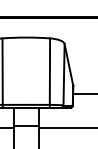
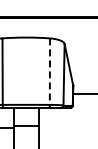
line at (49, 72): solid -> dashed
line at (66, 128): present -> none
